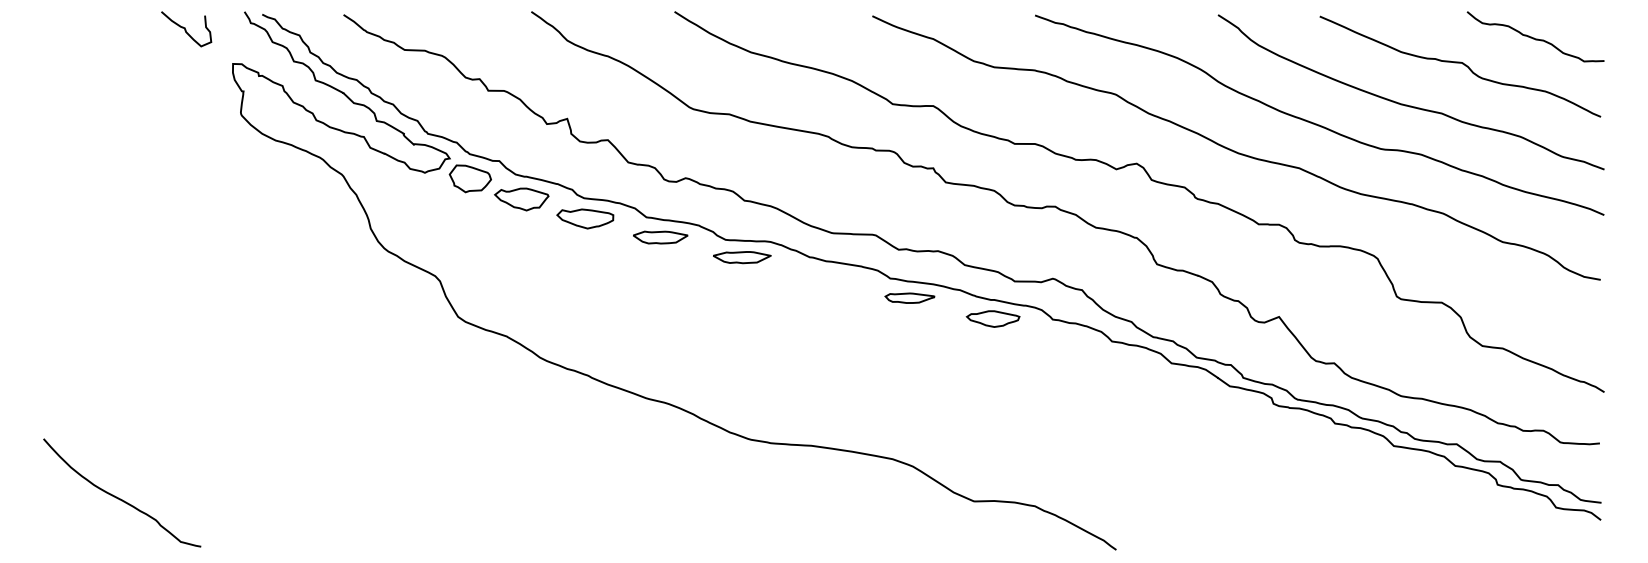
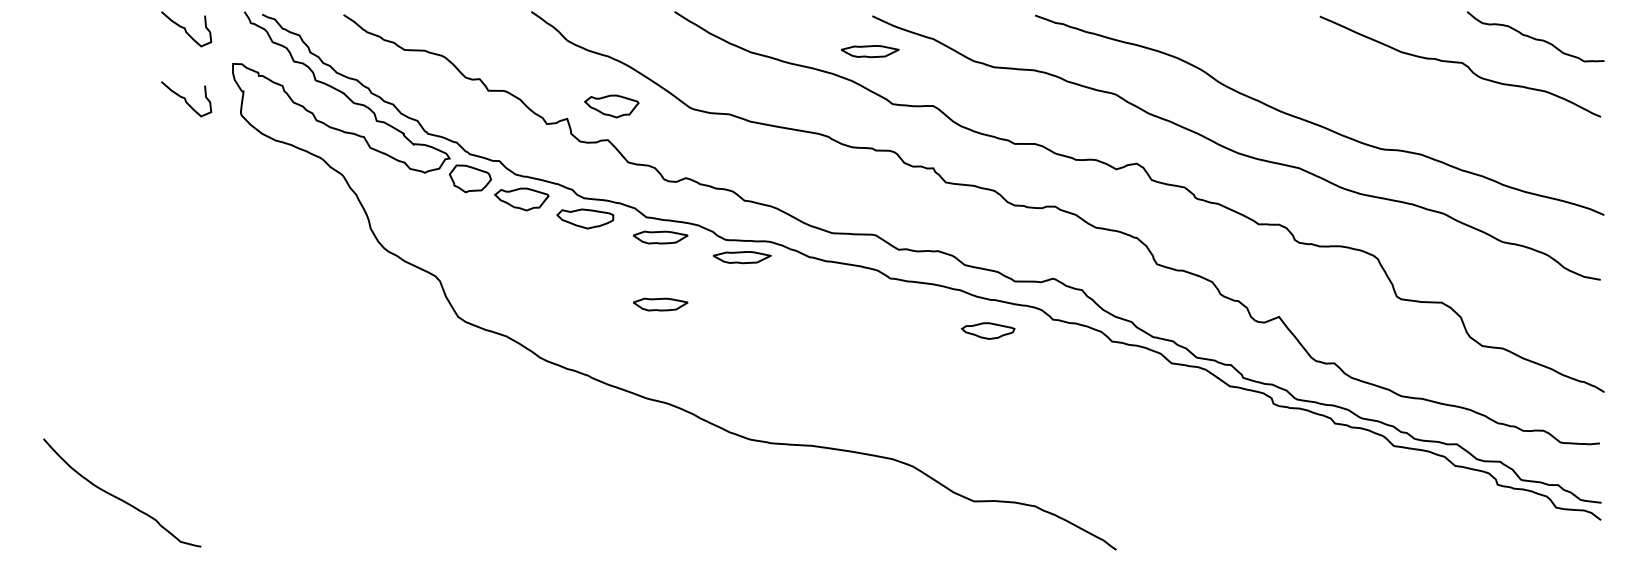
part at (870, 51): none -> present
curve at (186, 99): none -> present
curve at (1407, 104): present -> none
part at (611, 106): none -> present
part at (909, 297): present -> none
part at (660, 304): none -> present
part at (992, 318) position: (992, 318) -> (987, 330)
